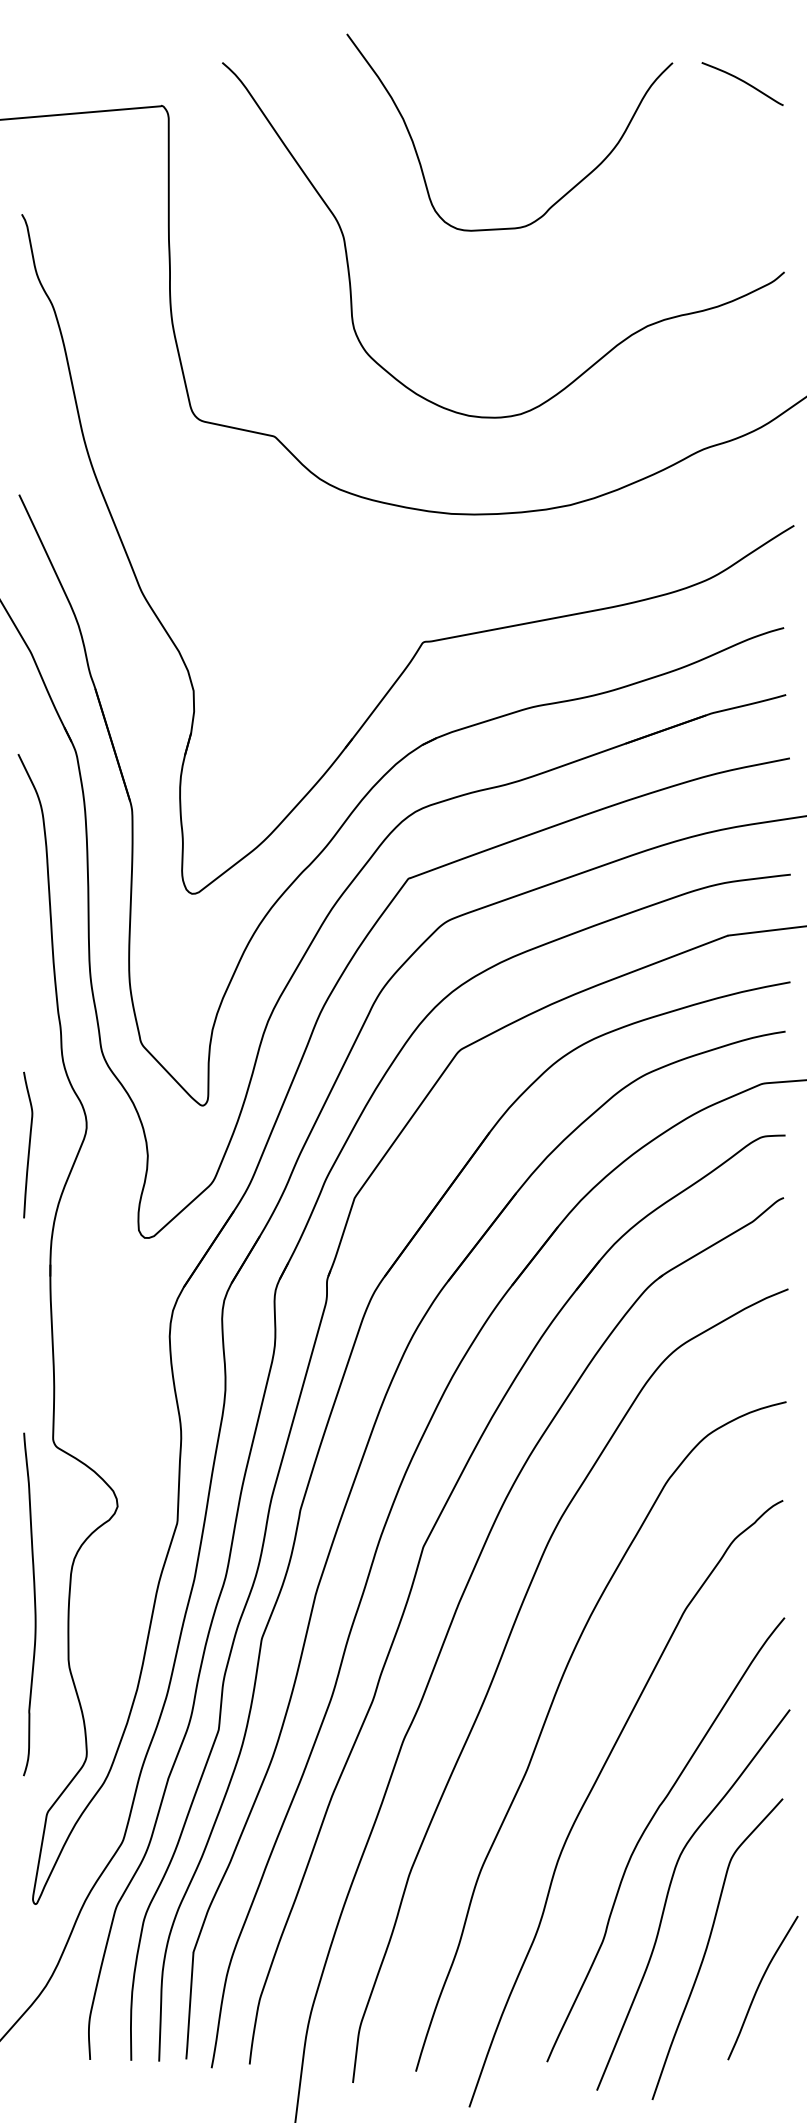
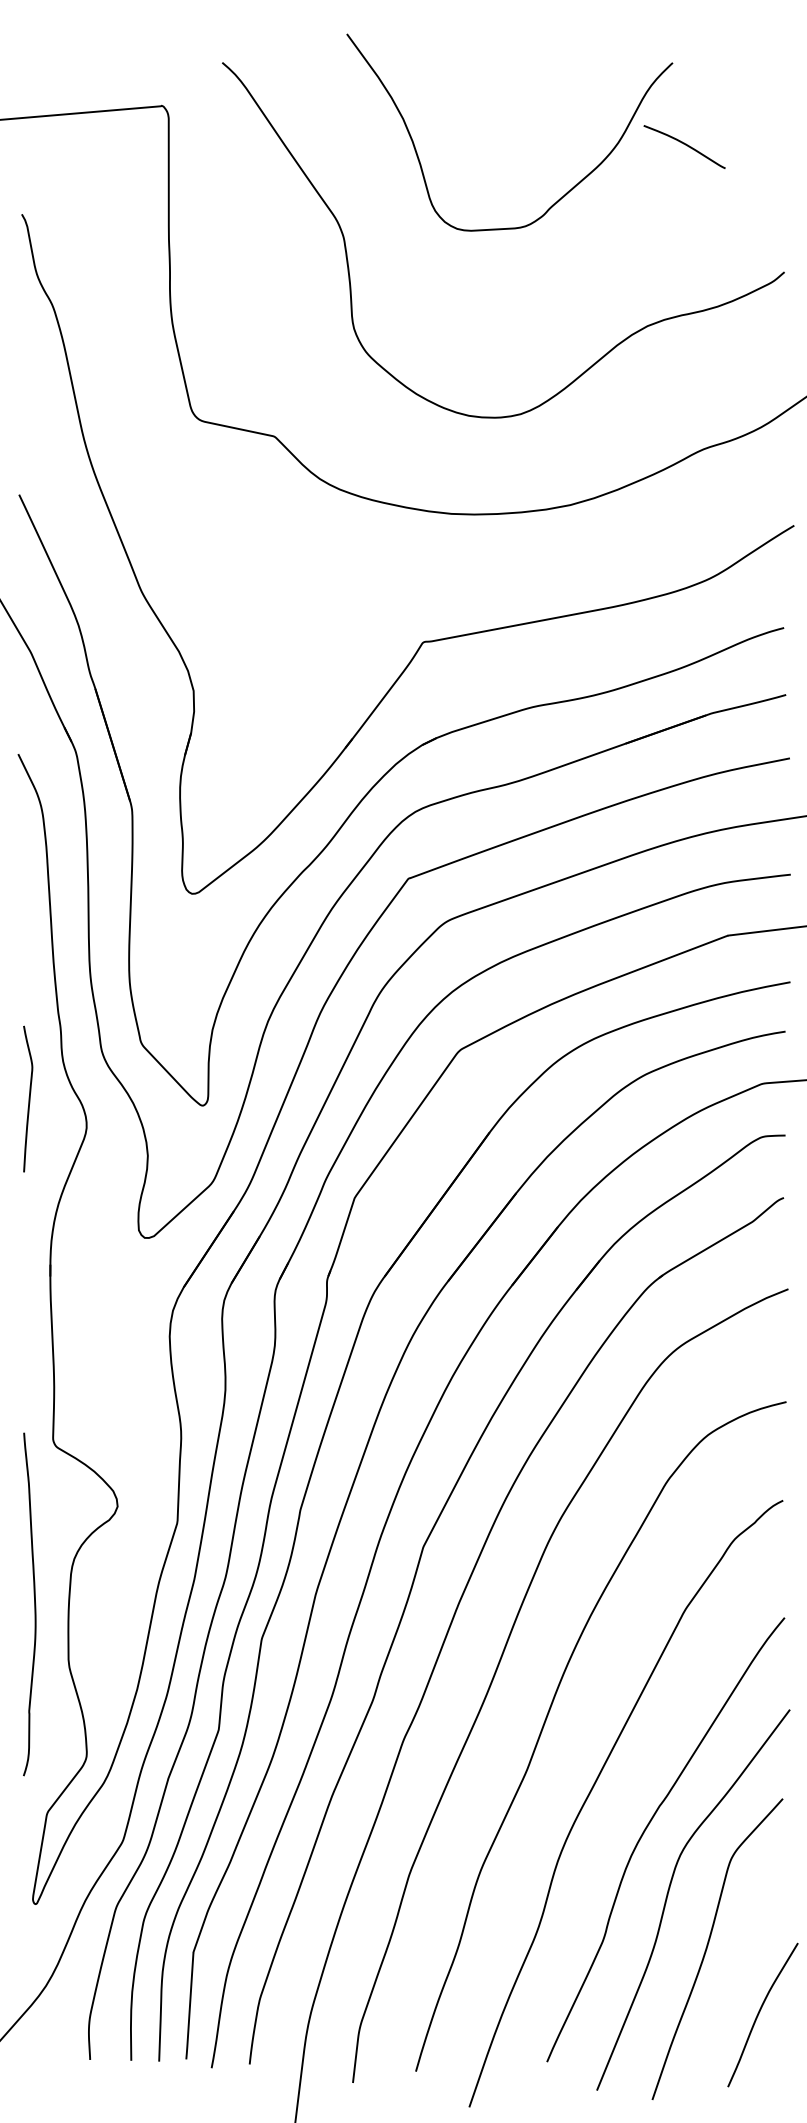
curve at (743, 82) position: (743, 82) -> (685, 145)
curve at (28, 1144) position: (28, 1144) -> (28, 1098)
curve at (759, 1987) position: (759, 1987) -> (759, 2014)
